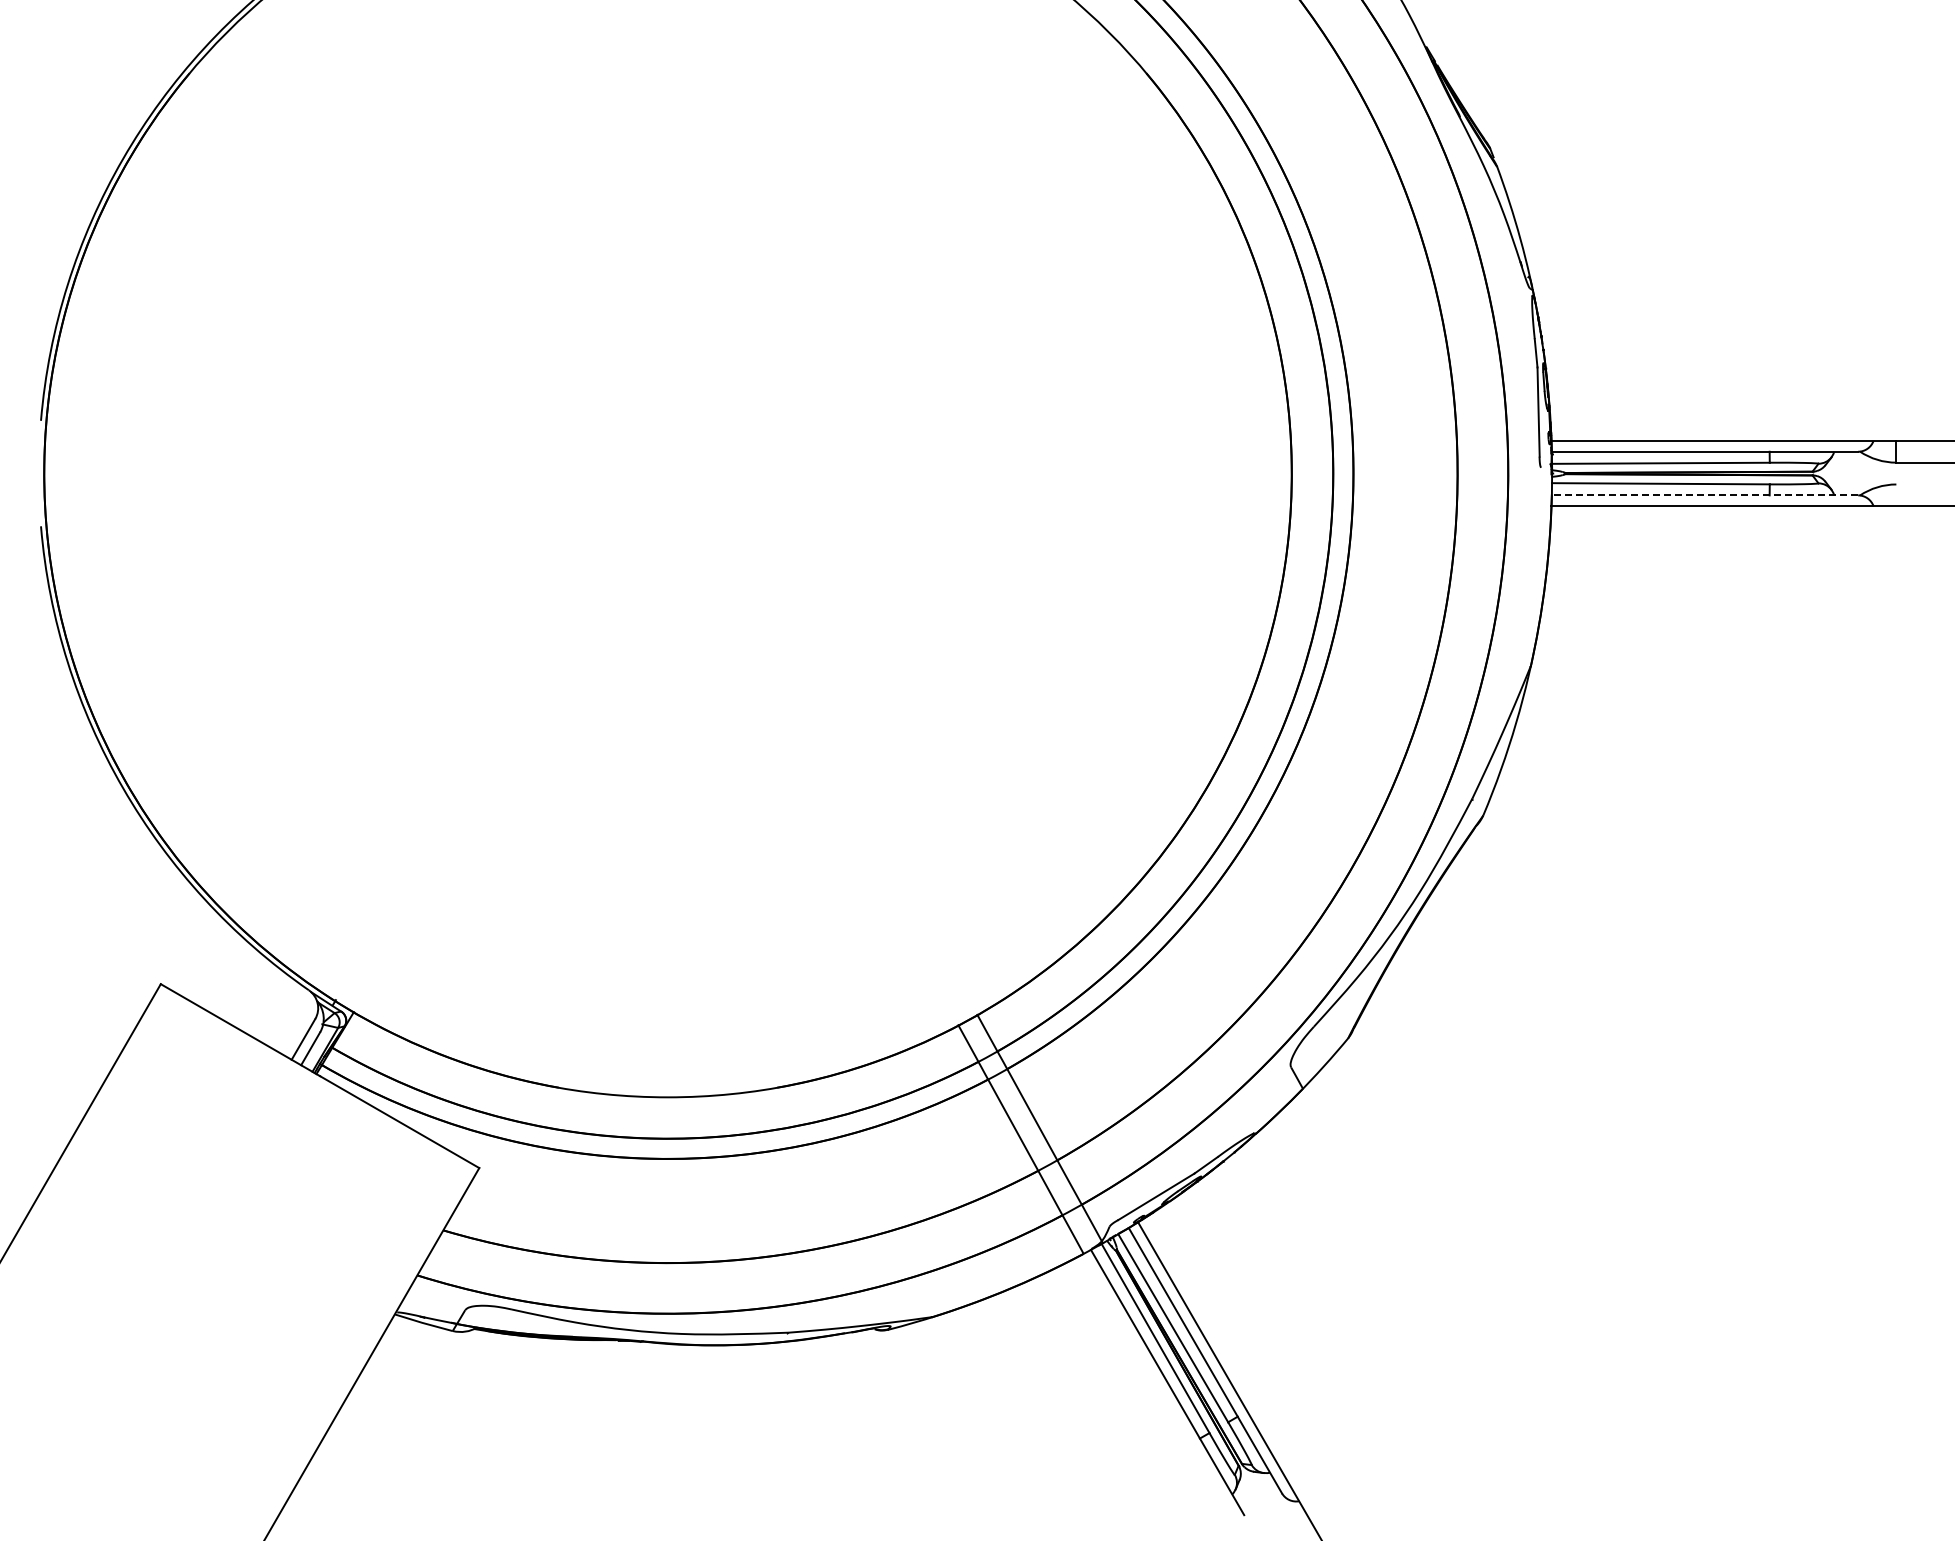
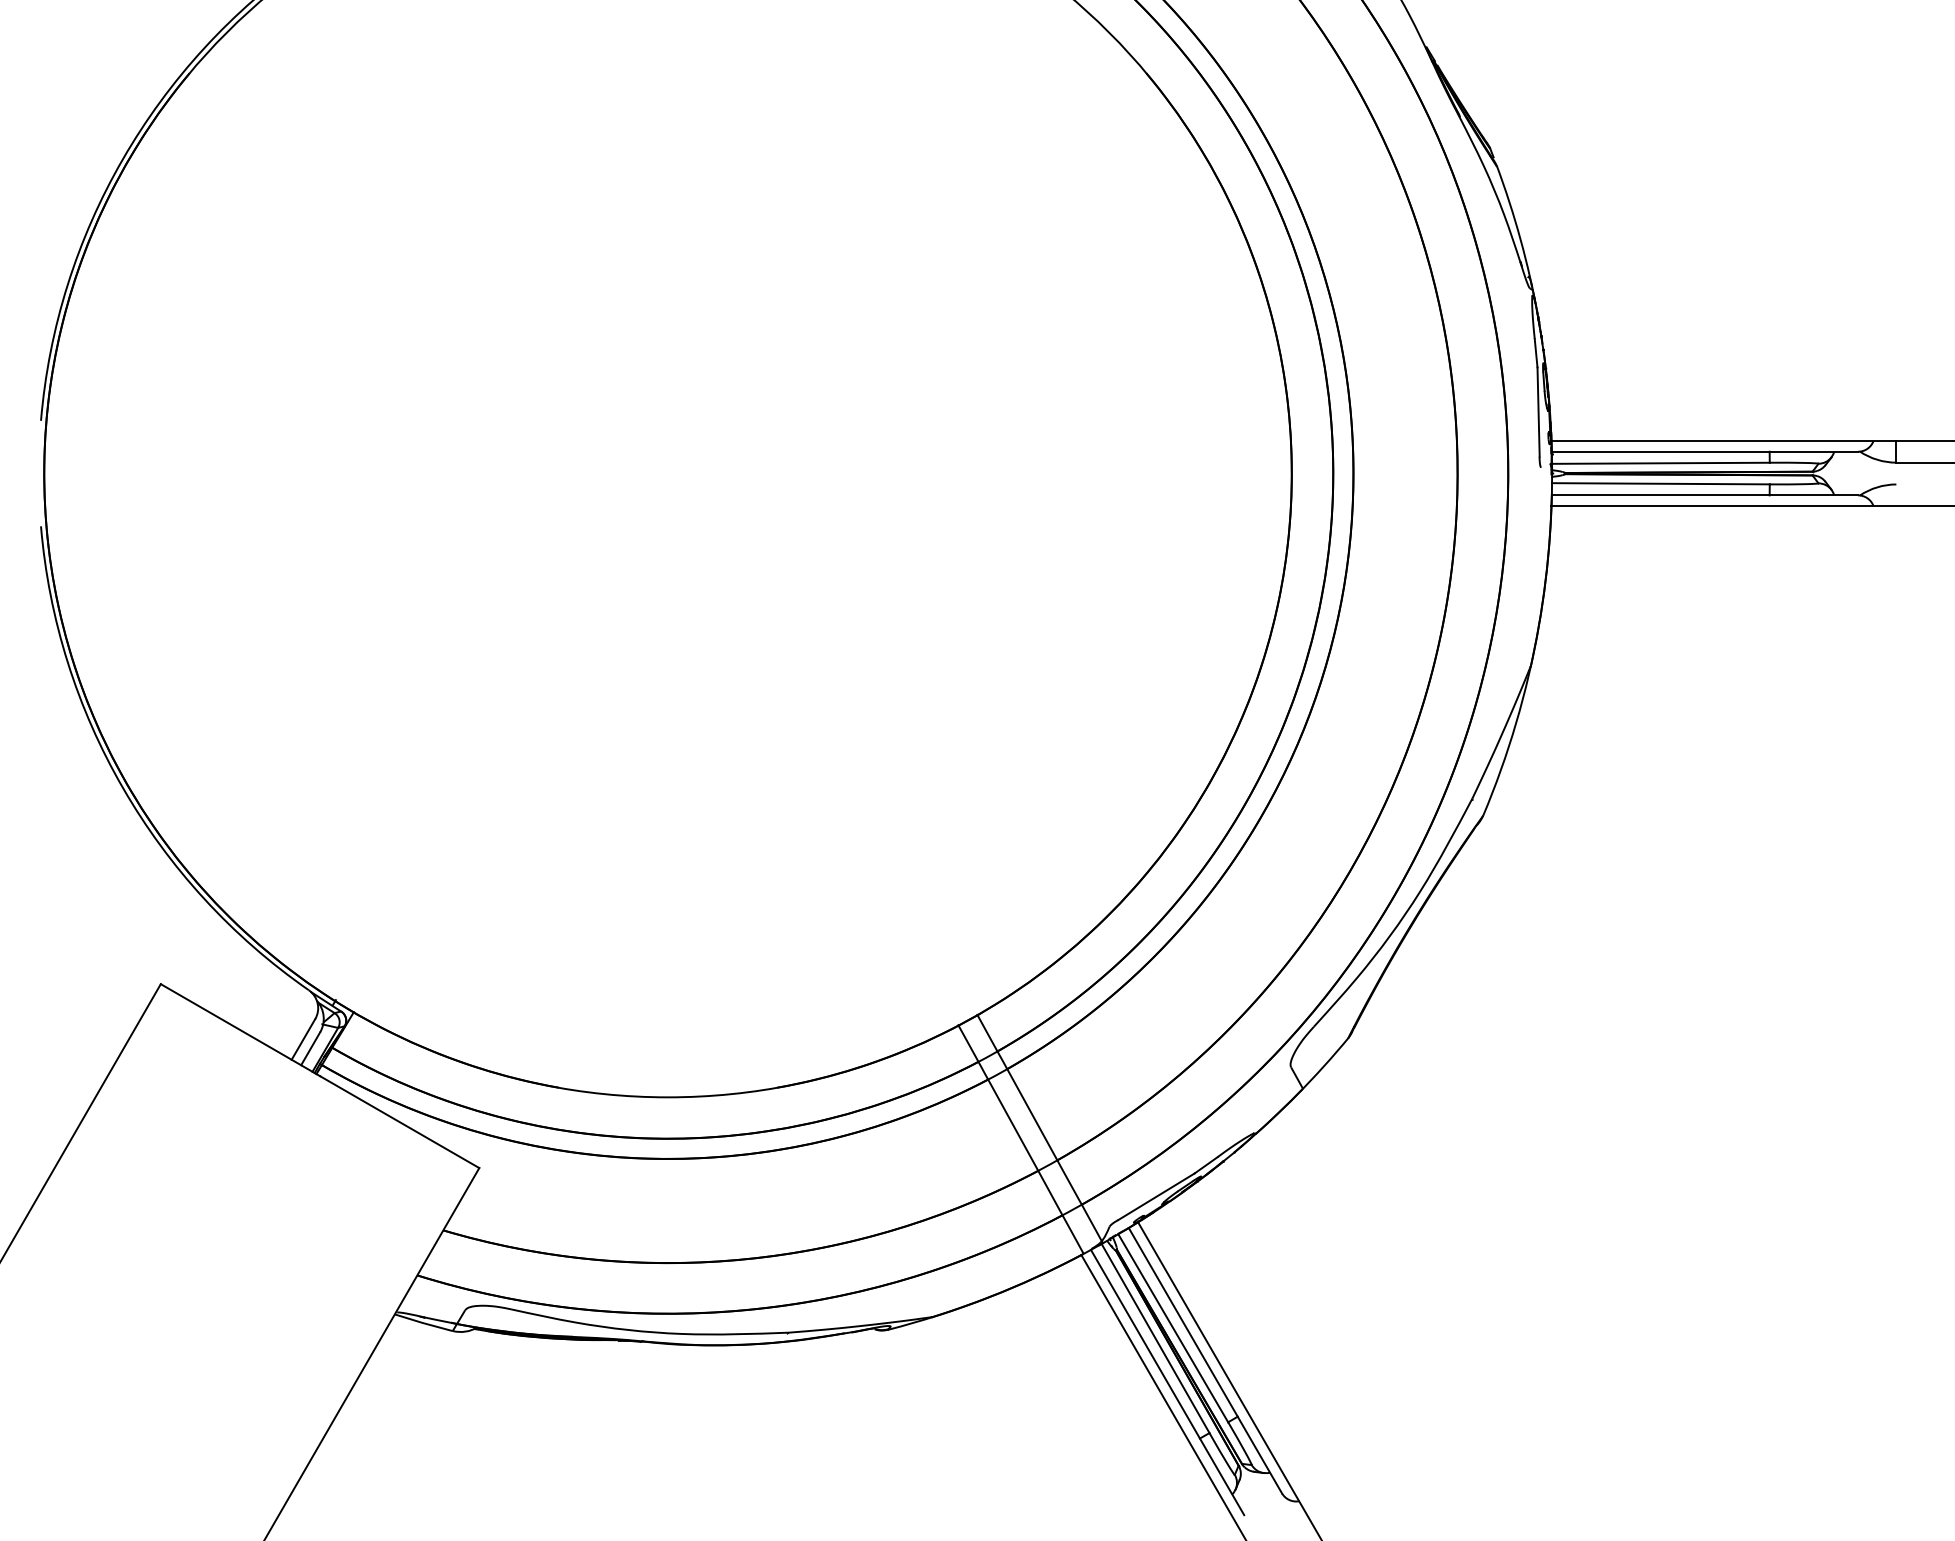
line at (1704, 495): dashed -> solid
line at (1162, 1396): none -> present
